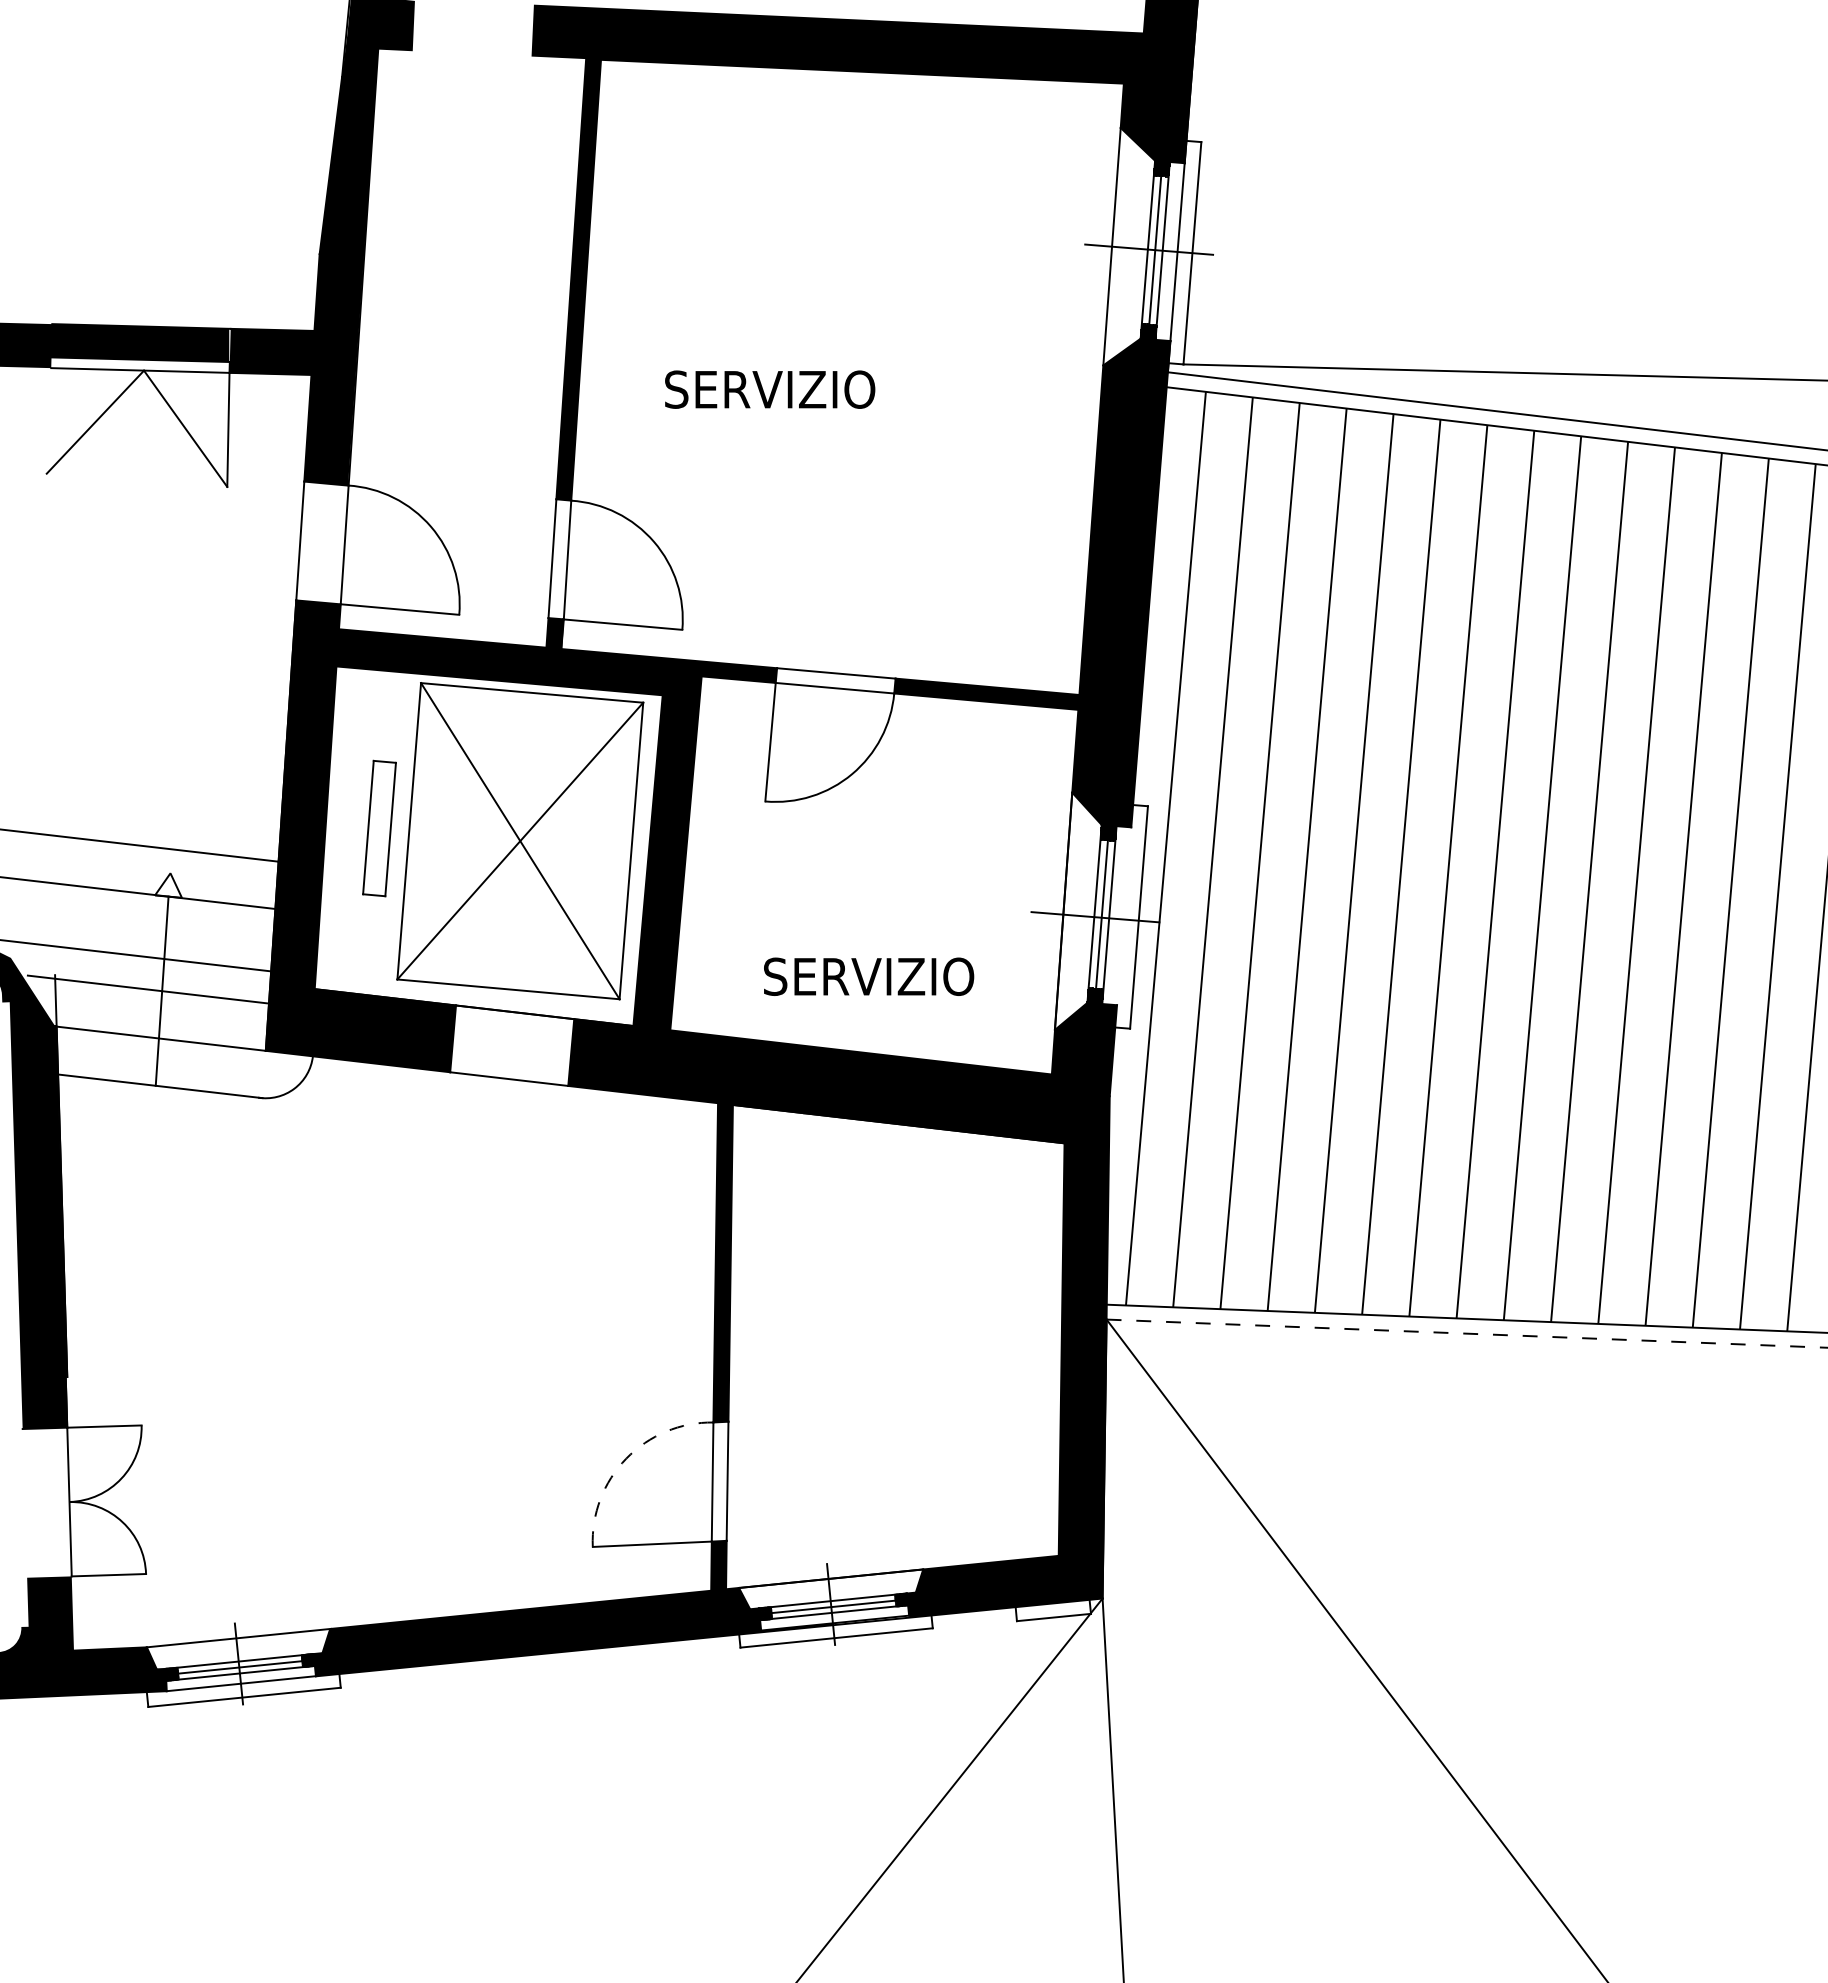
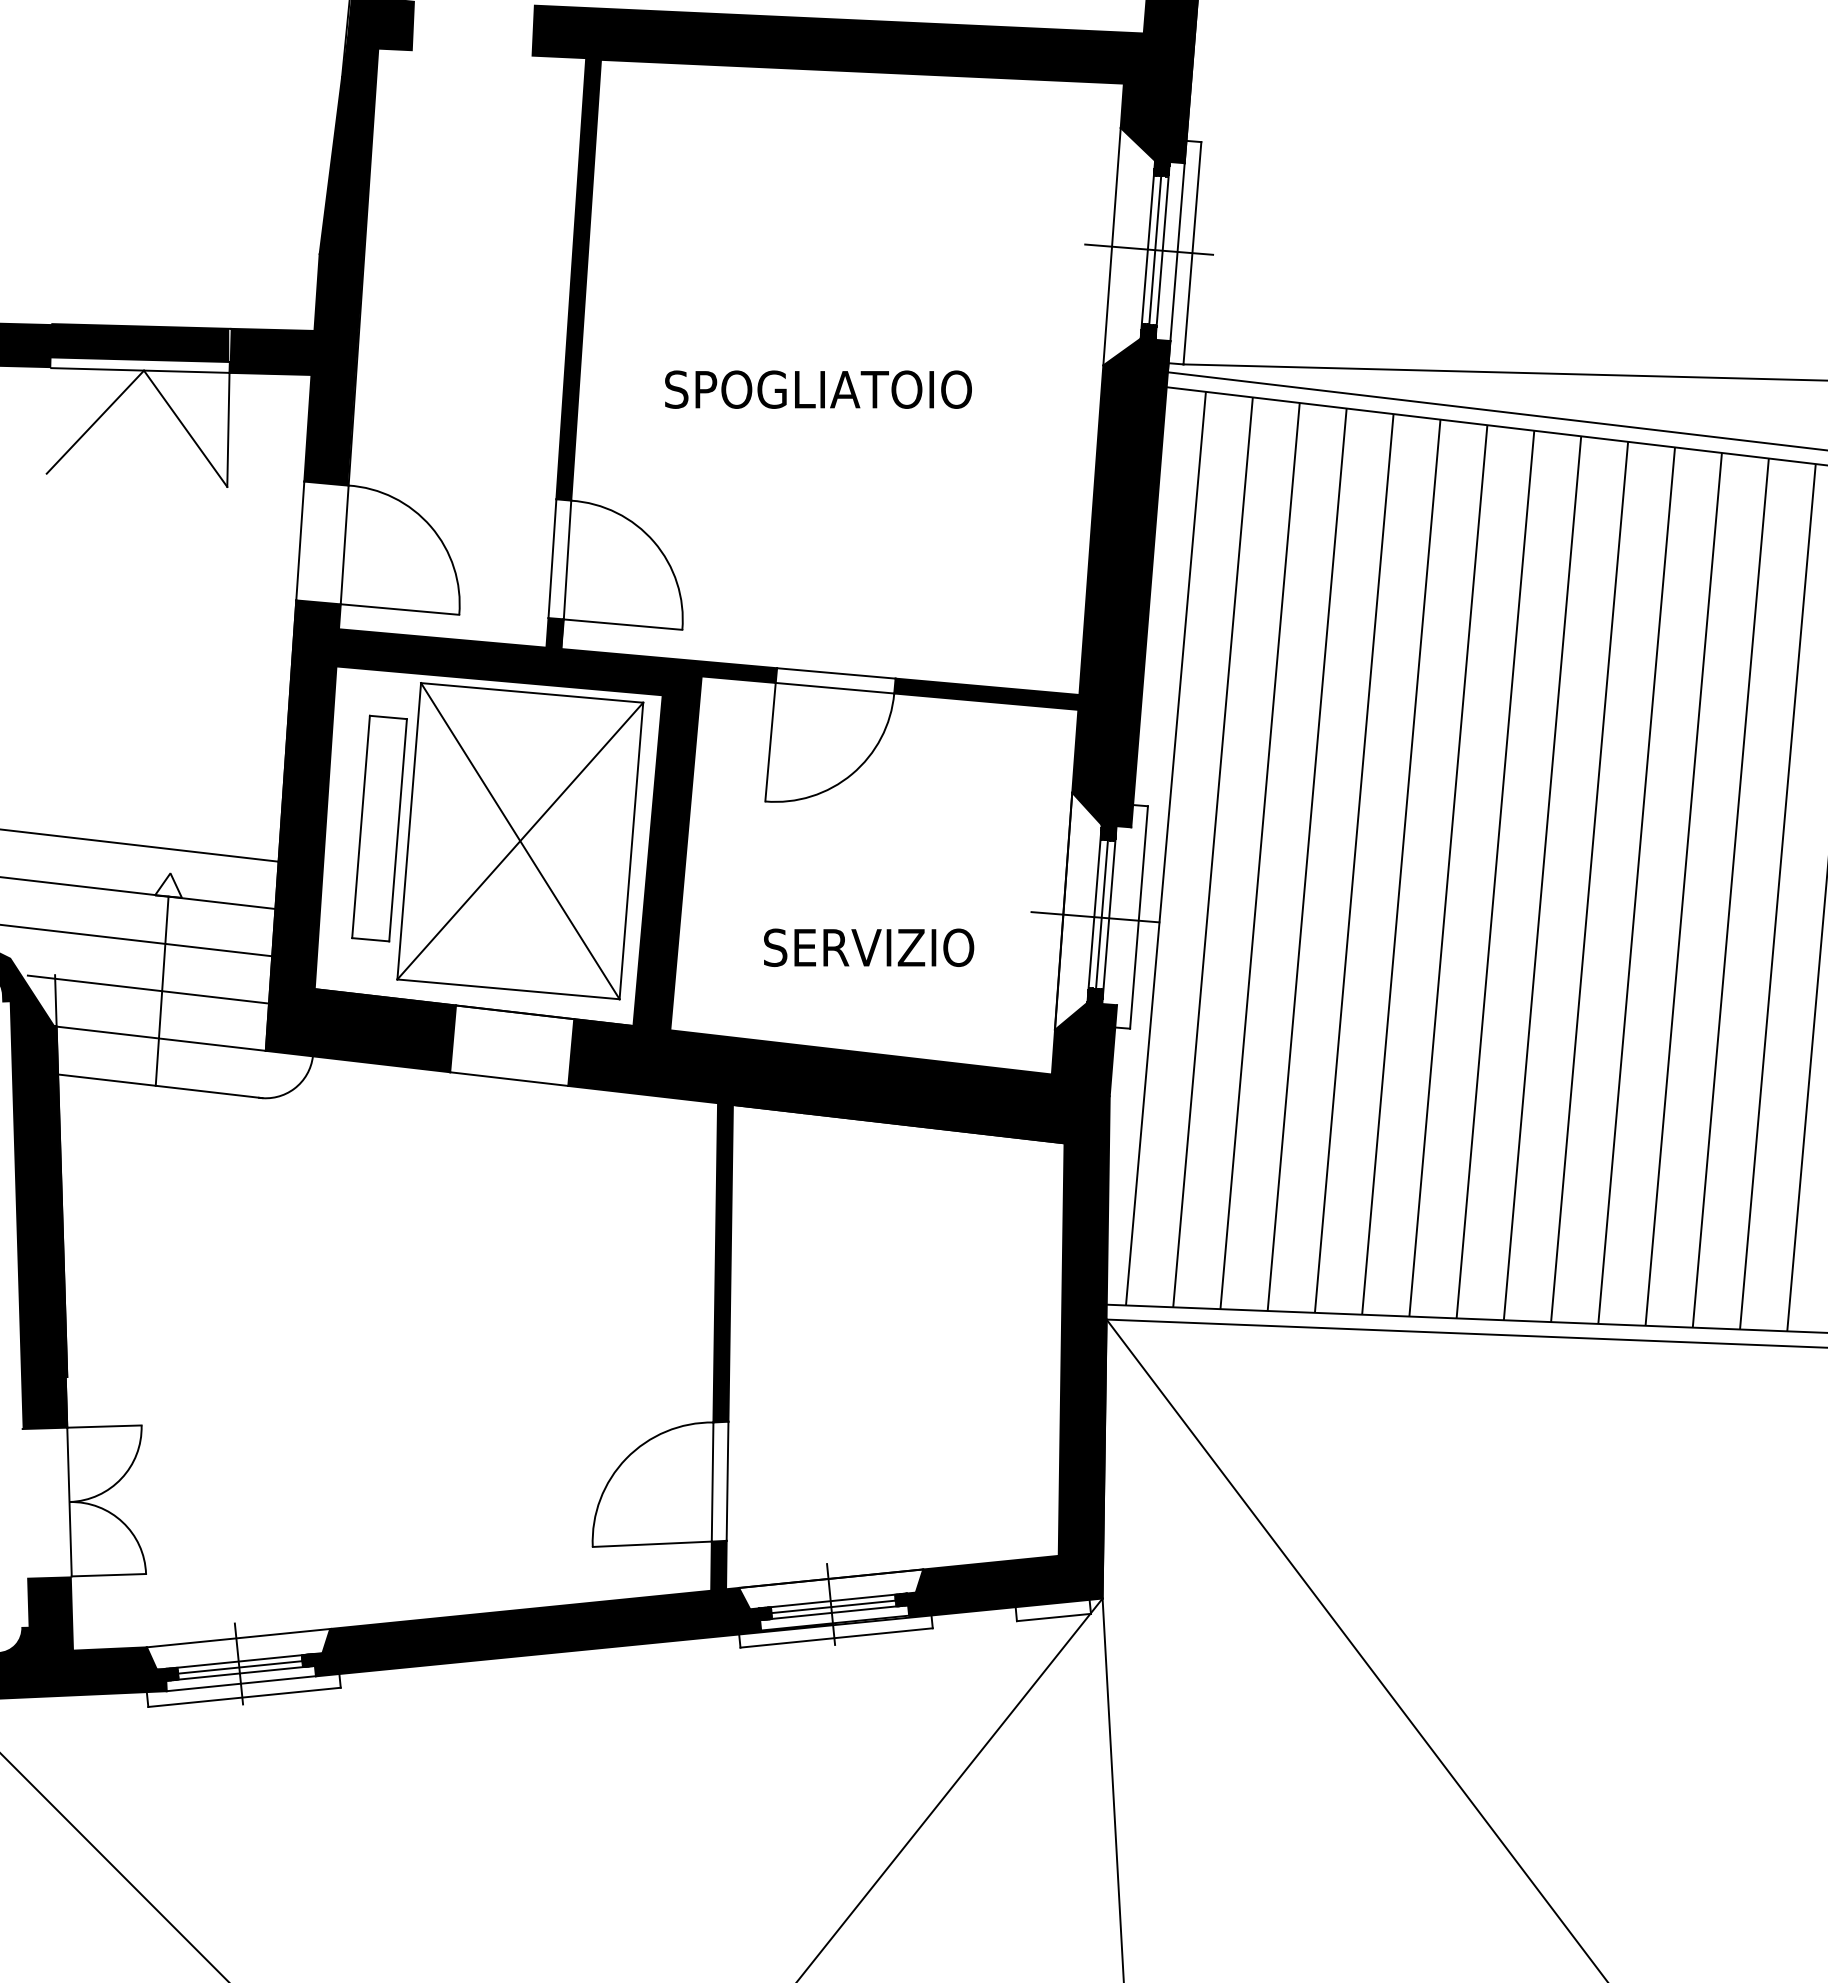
text at (835, 389): SERVIZIO -> SPOGLIATOIO
part at (379, 828) size: 35x139 px -> 57x229 px
line at (136, 955) position: (136, 955) -> (137, 940)
text at (869, 976) position: (869, 976) -> (869, 947)
line at (1467, 1333): dashed -> solid
arc at (626, 1458): dashed -> solid
line at (114, 1866): none -> present
